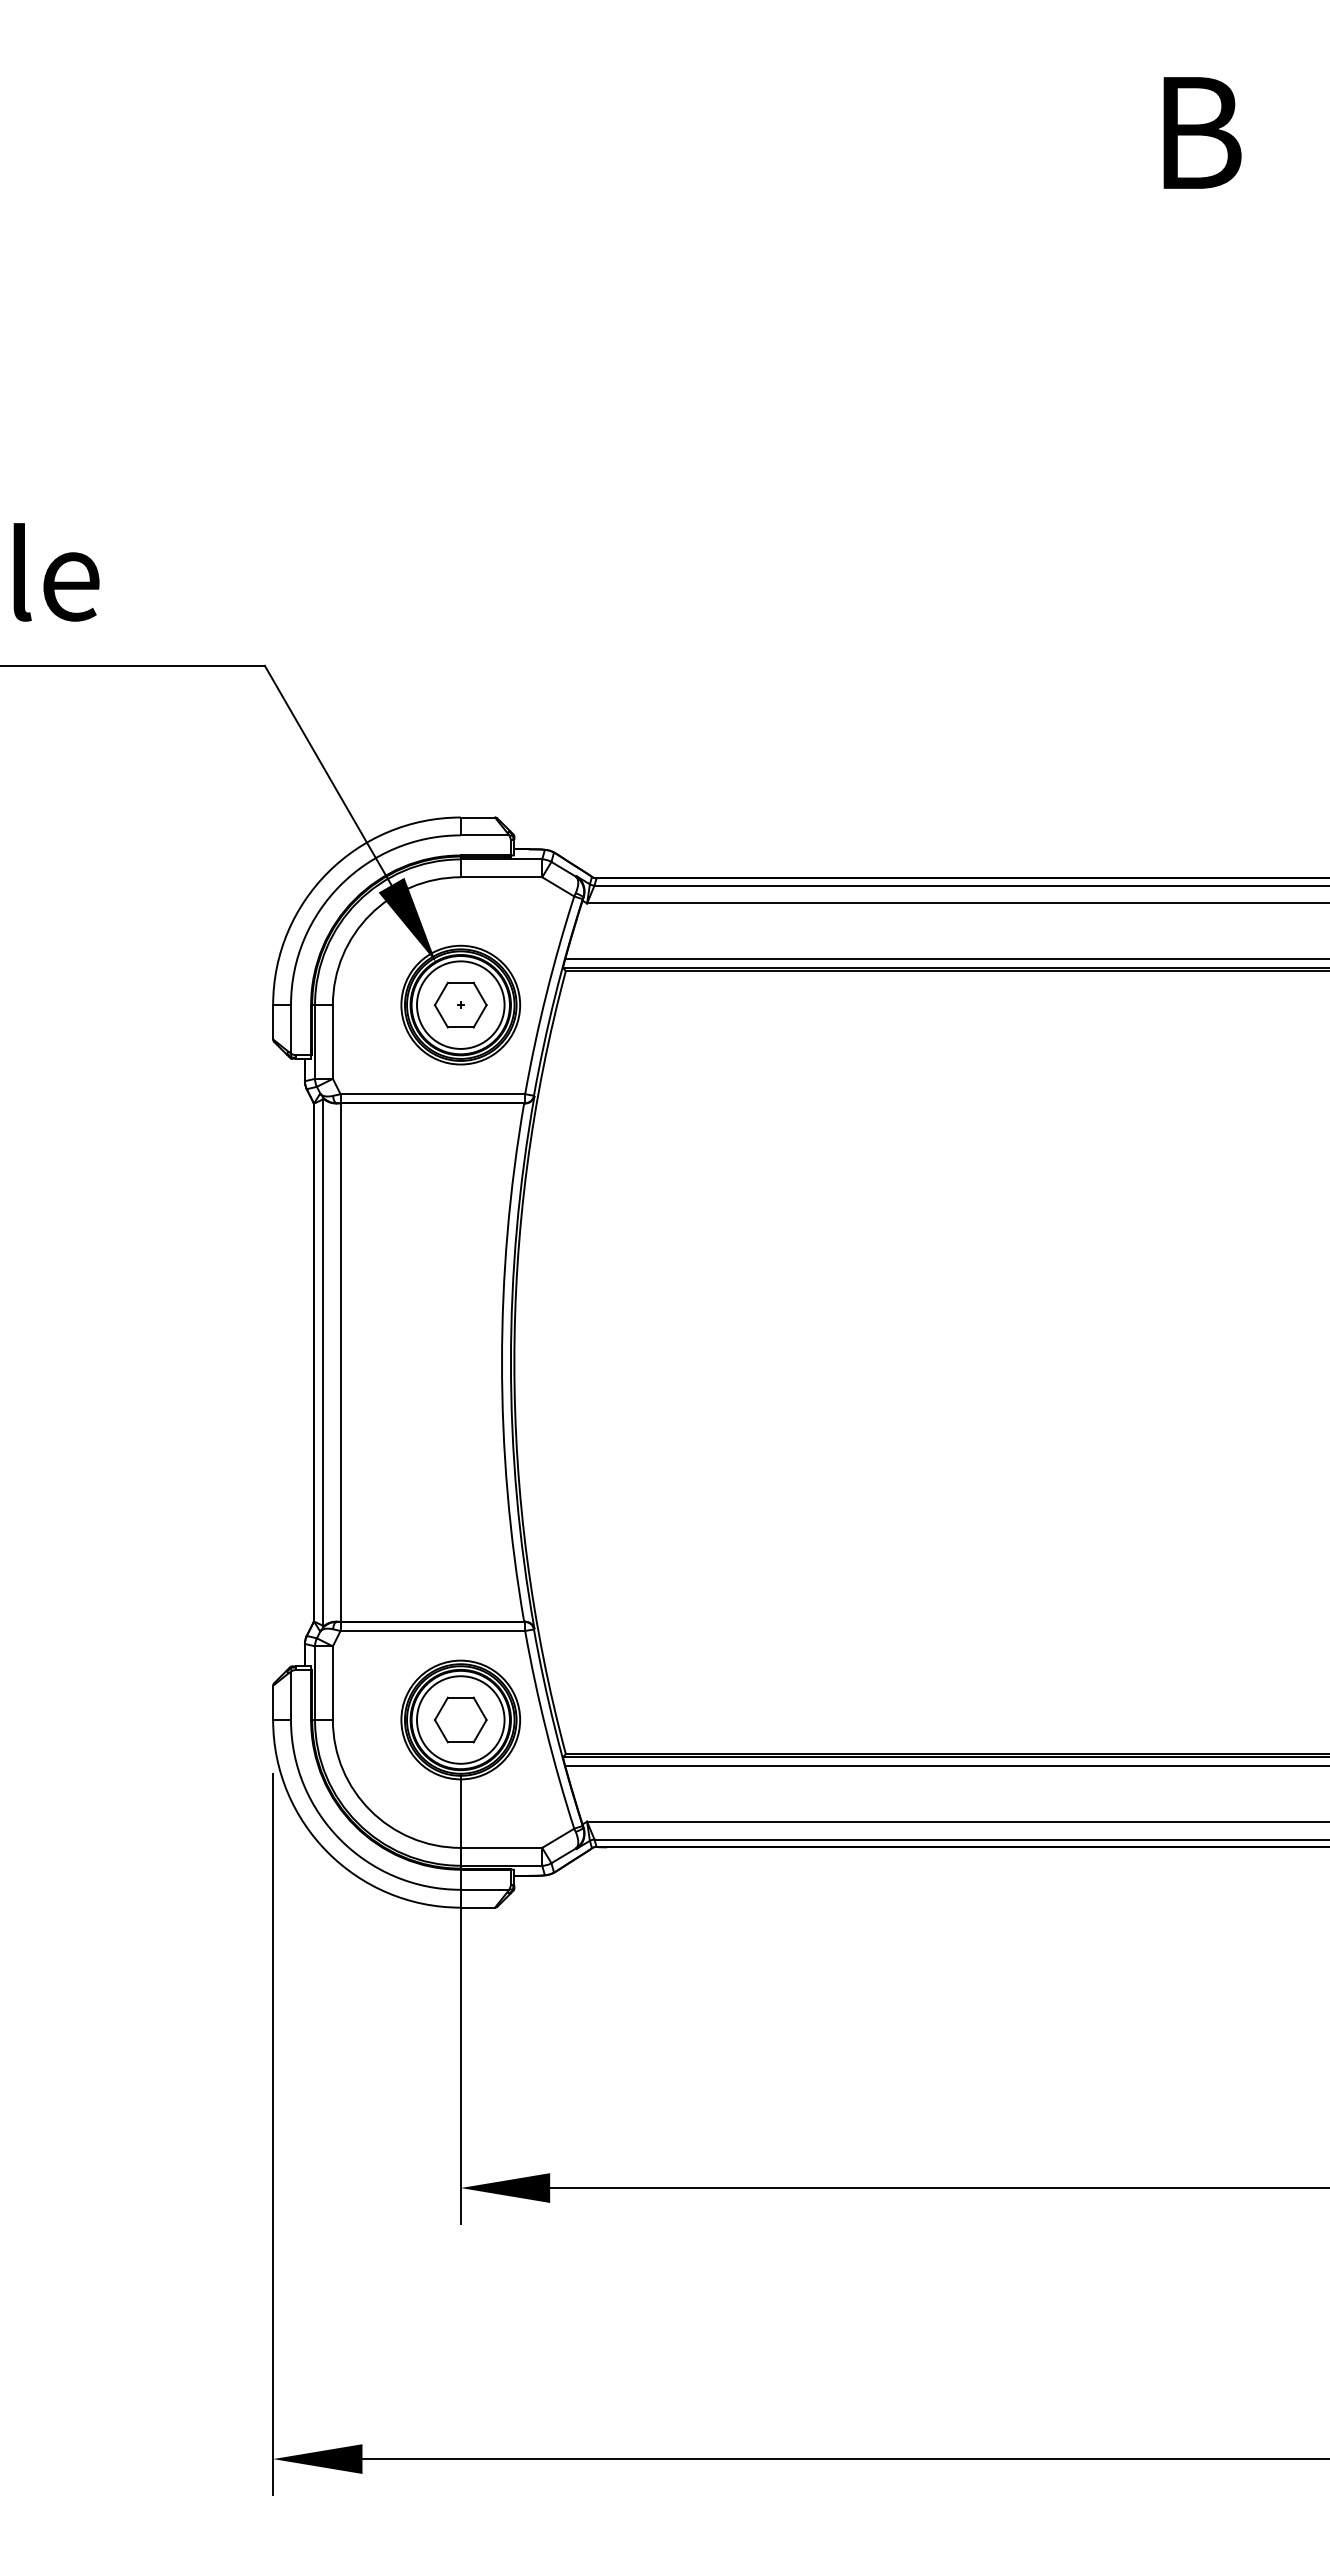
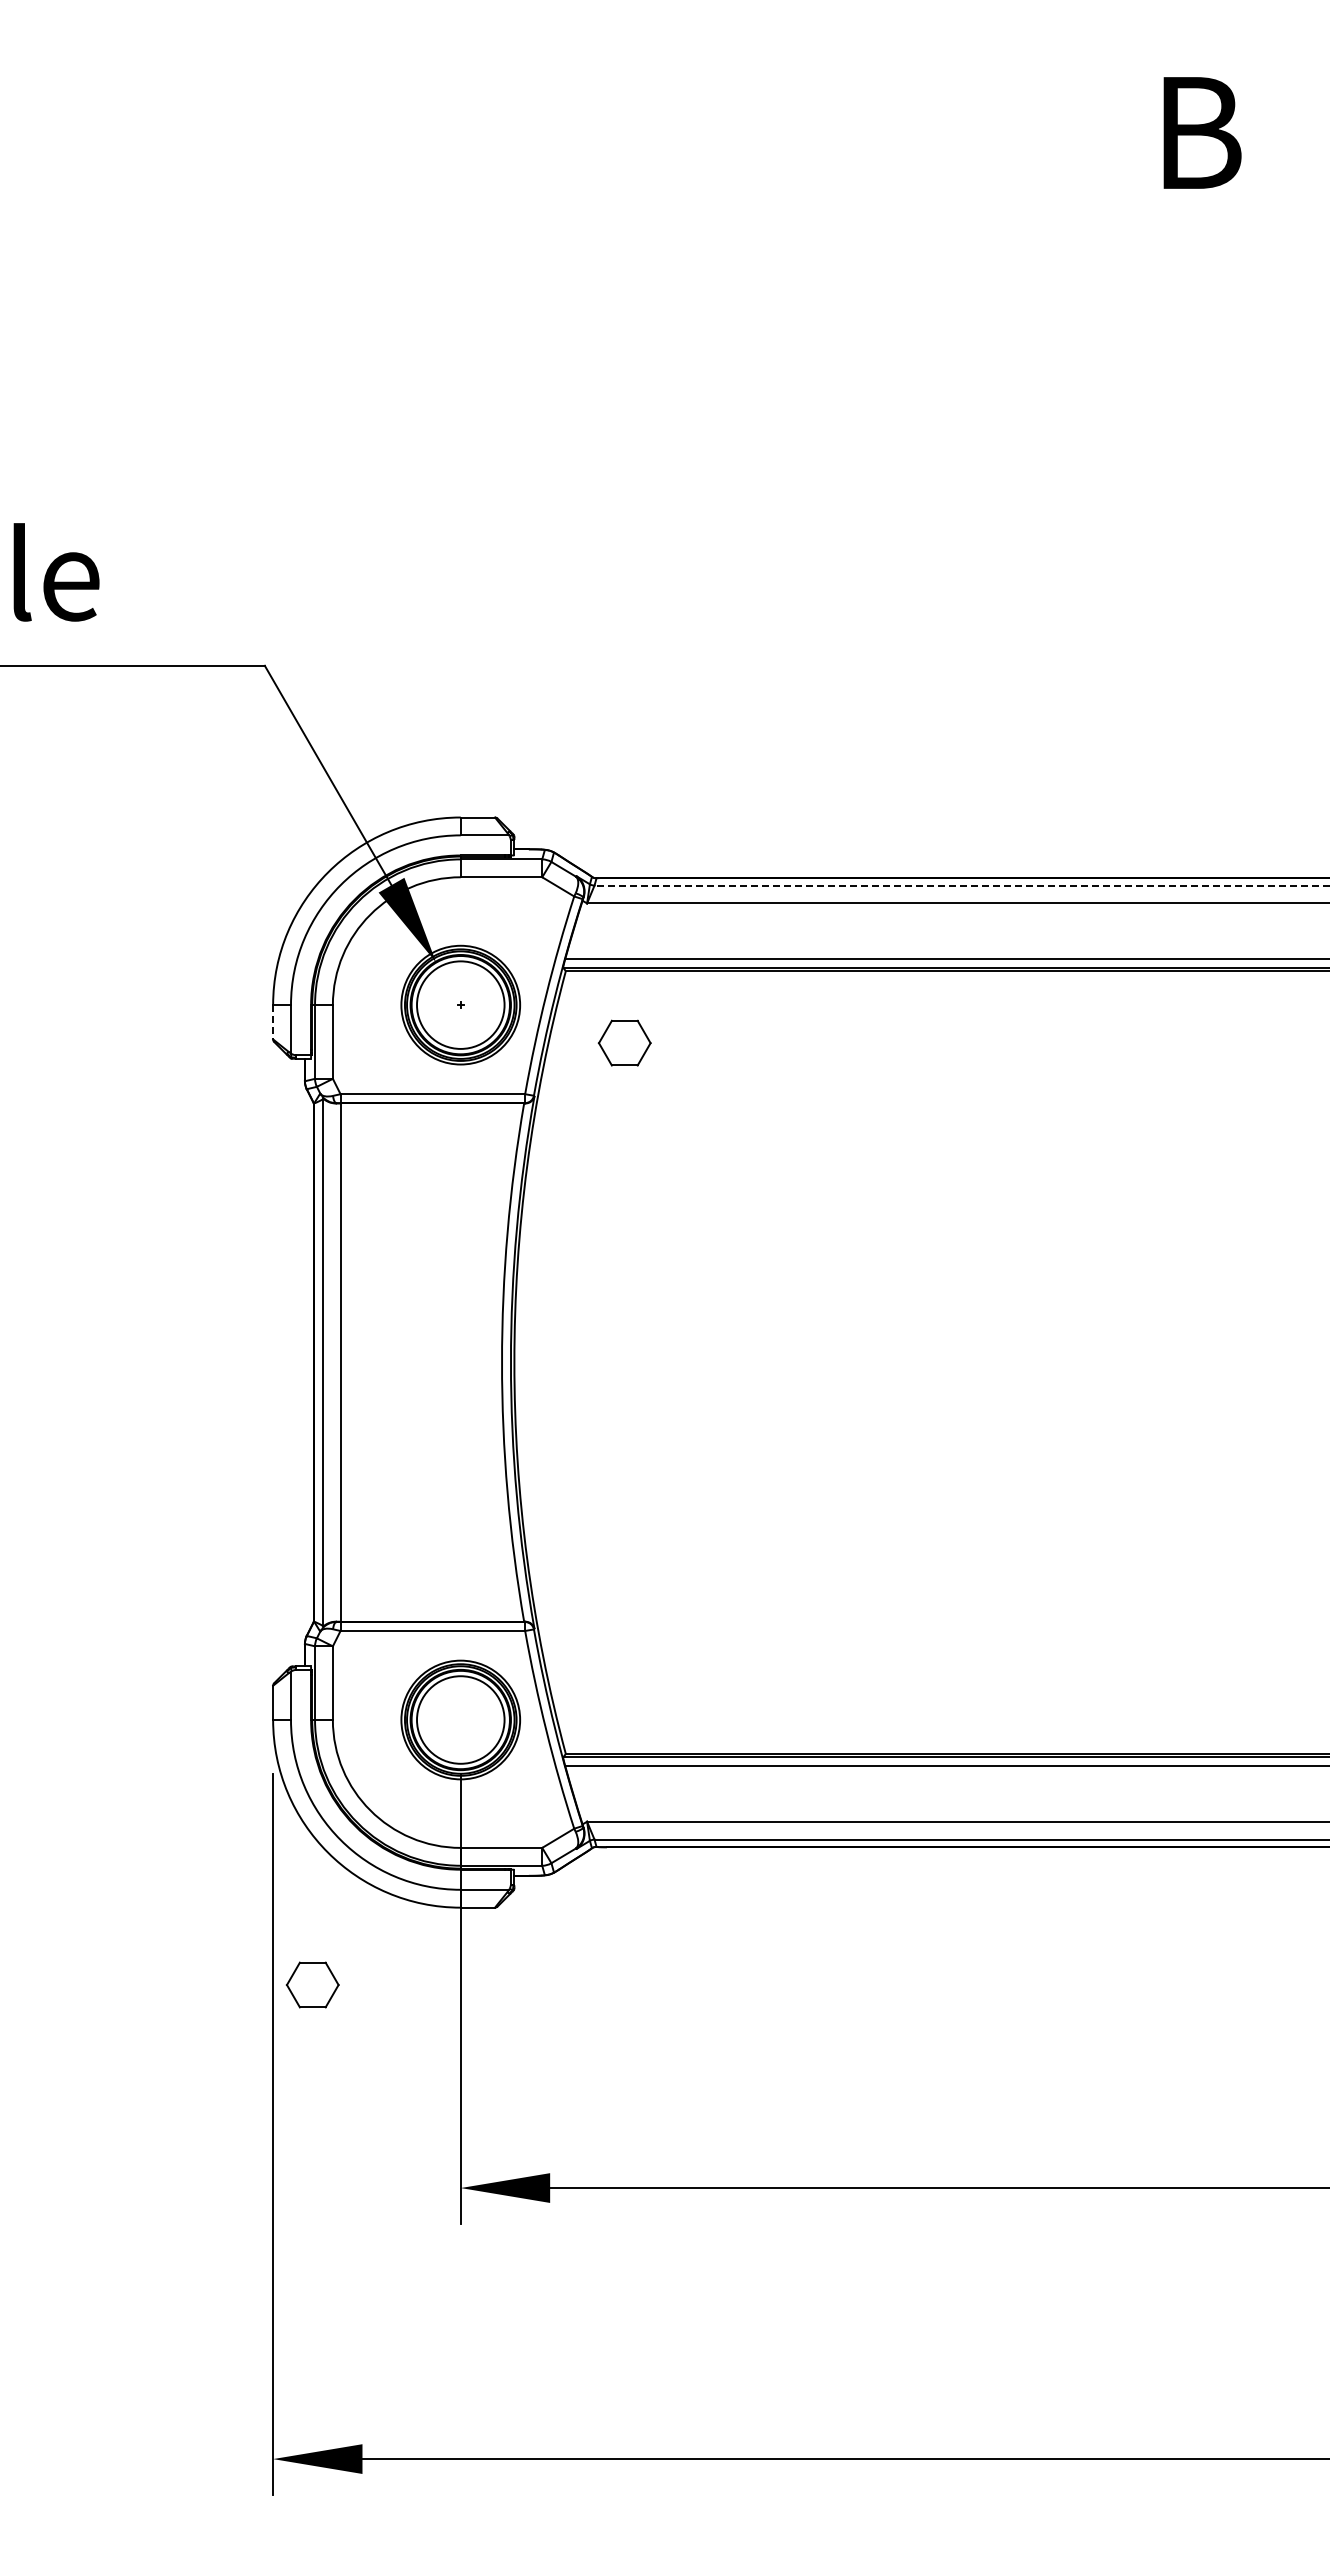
line at (961, 885): solid -> dashed
part at (460, 1004) position: (460, 1004) -> (624, 1042)
line at (273, 1022): solid -> dashed
part at (460, 1719) position: (460, 1719) -> (312, 1984)
